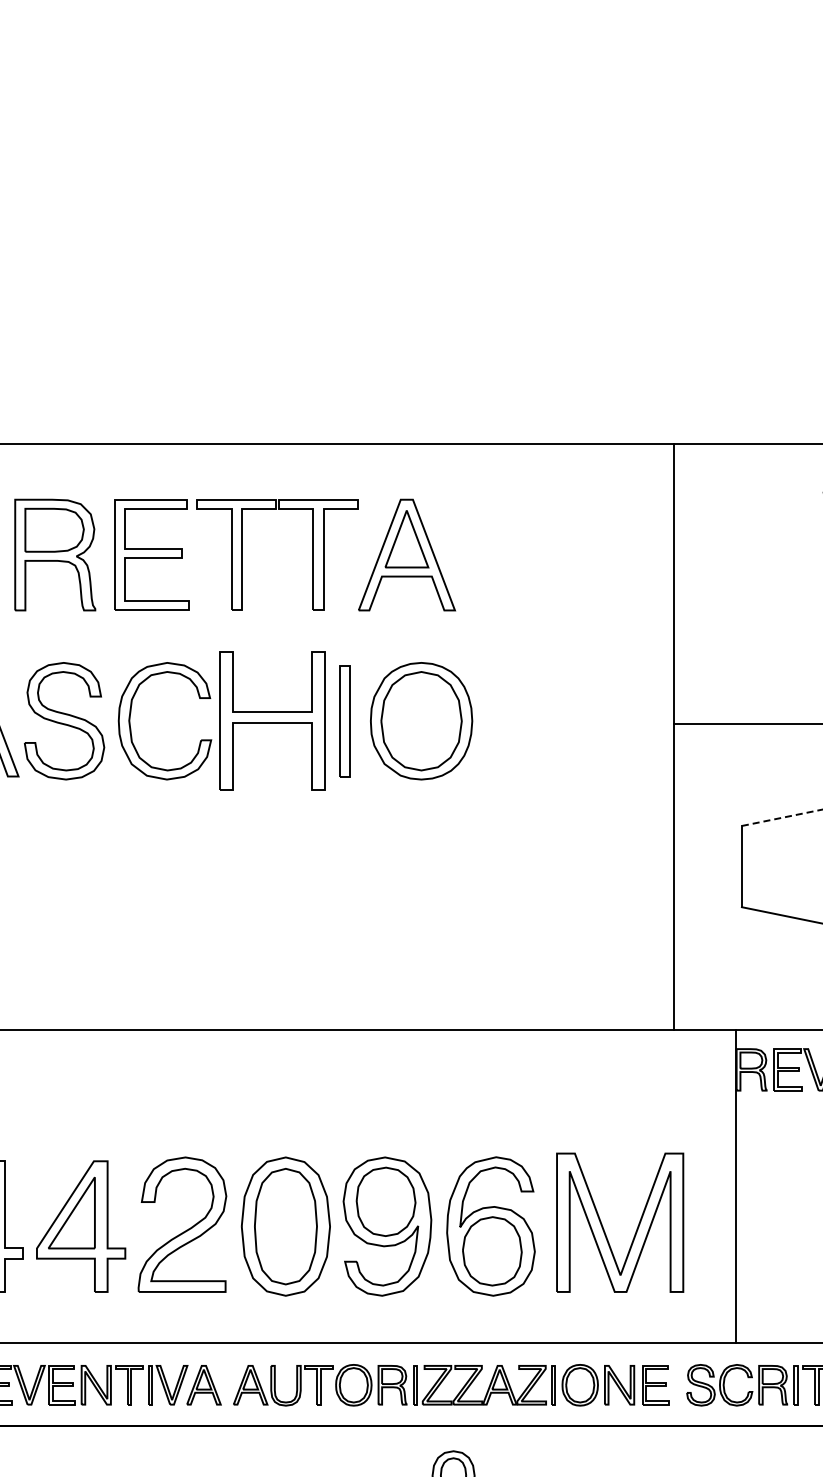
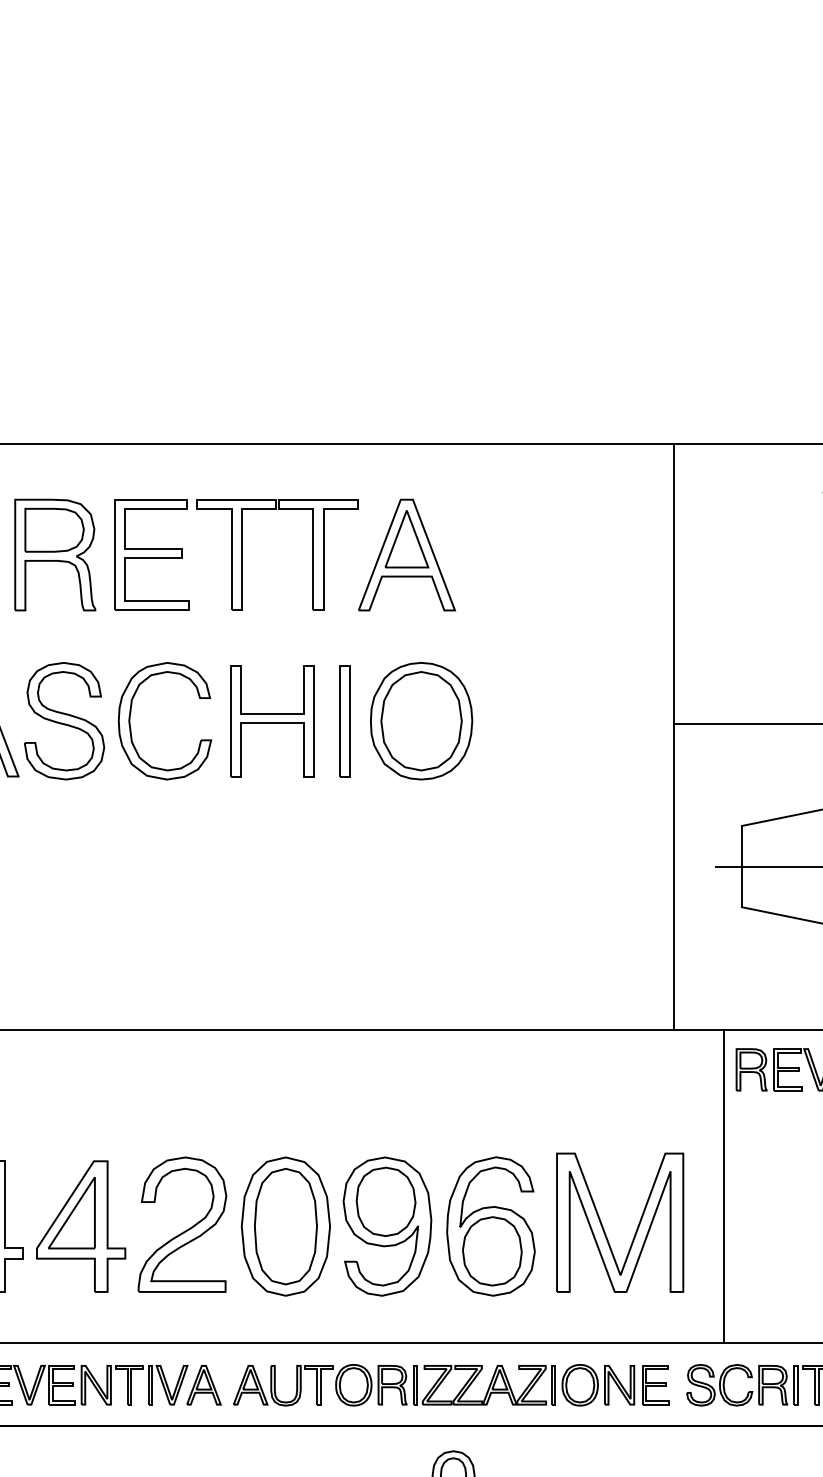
part at (272, 720) size: 107x140 px -> 85x113 px
line at (782, 817): dashed -> solid
line at (766, 866): none -> present
line at (735, 1186) position: (735, 1186) -> (723, 1186)
